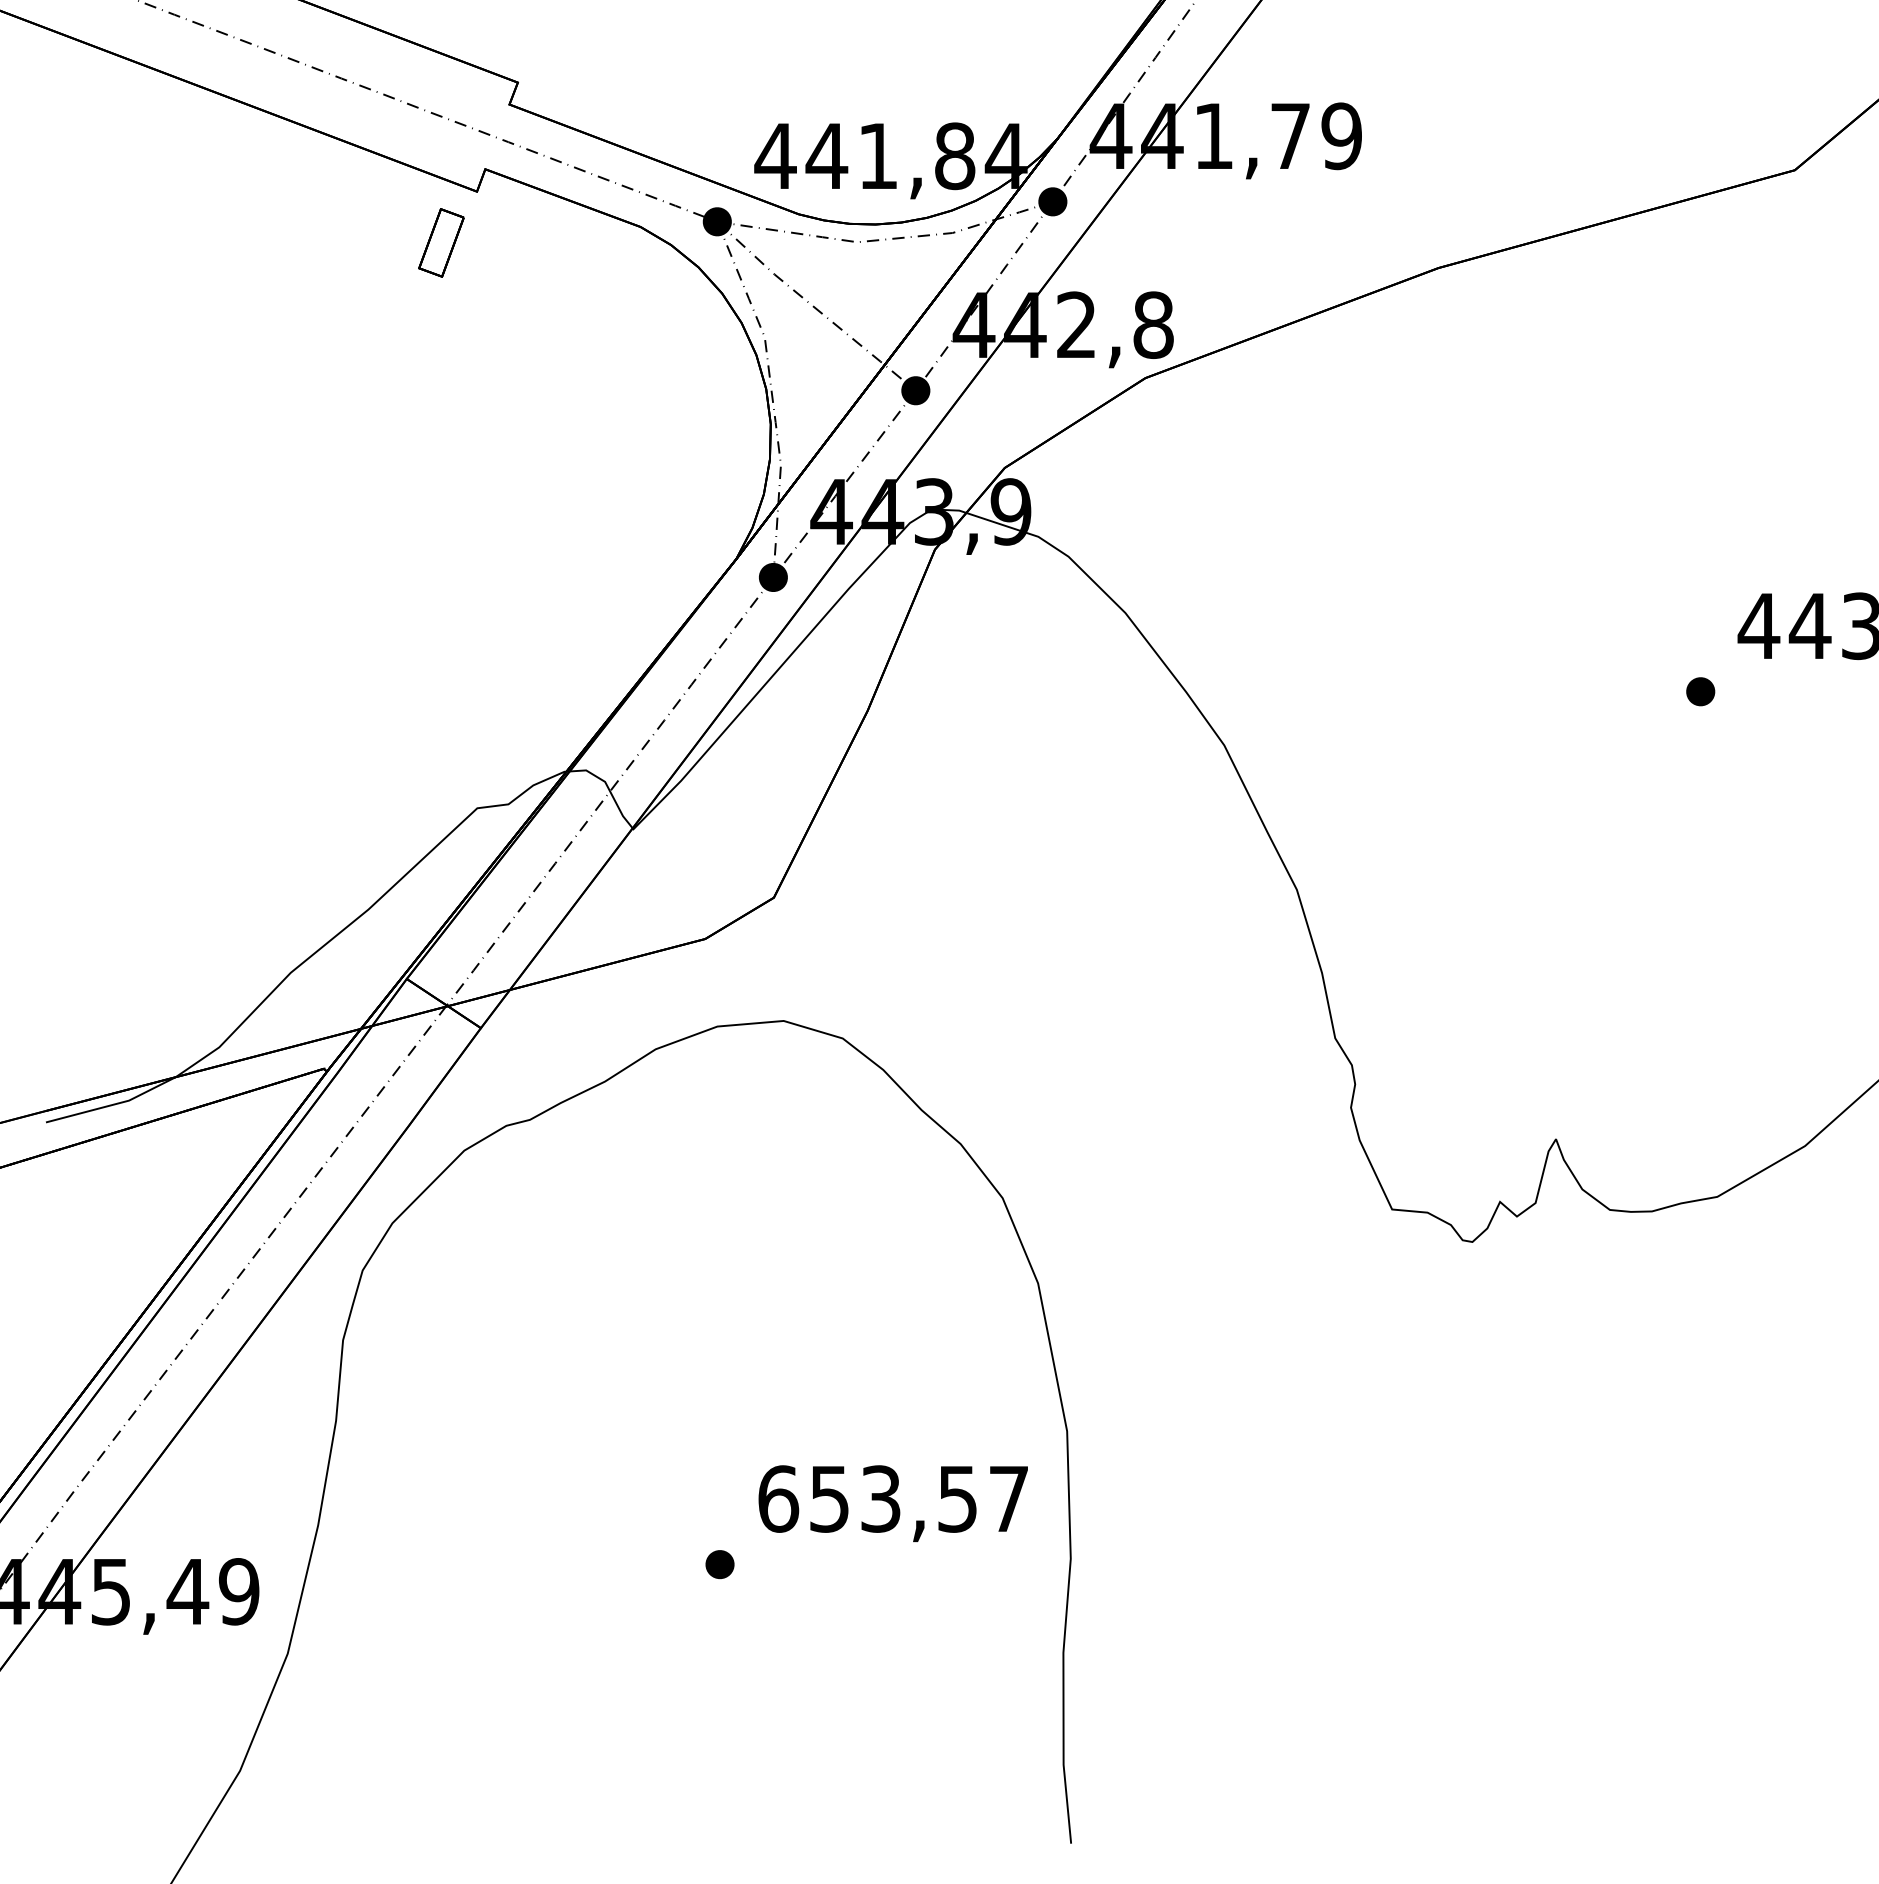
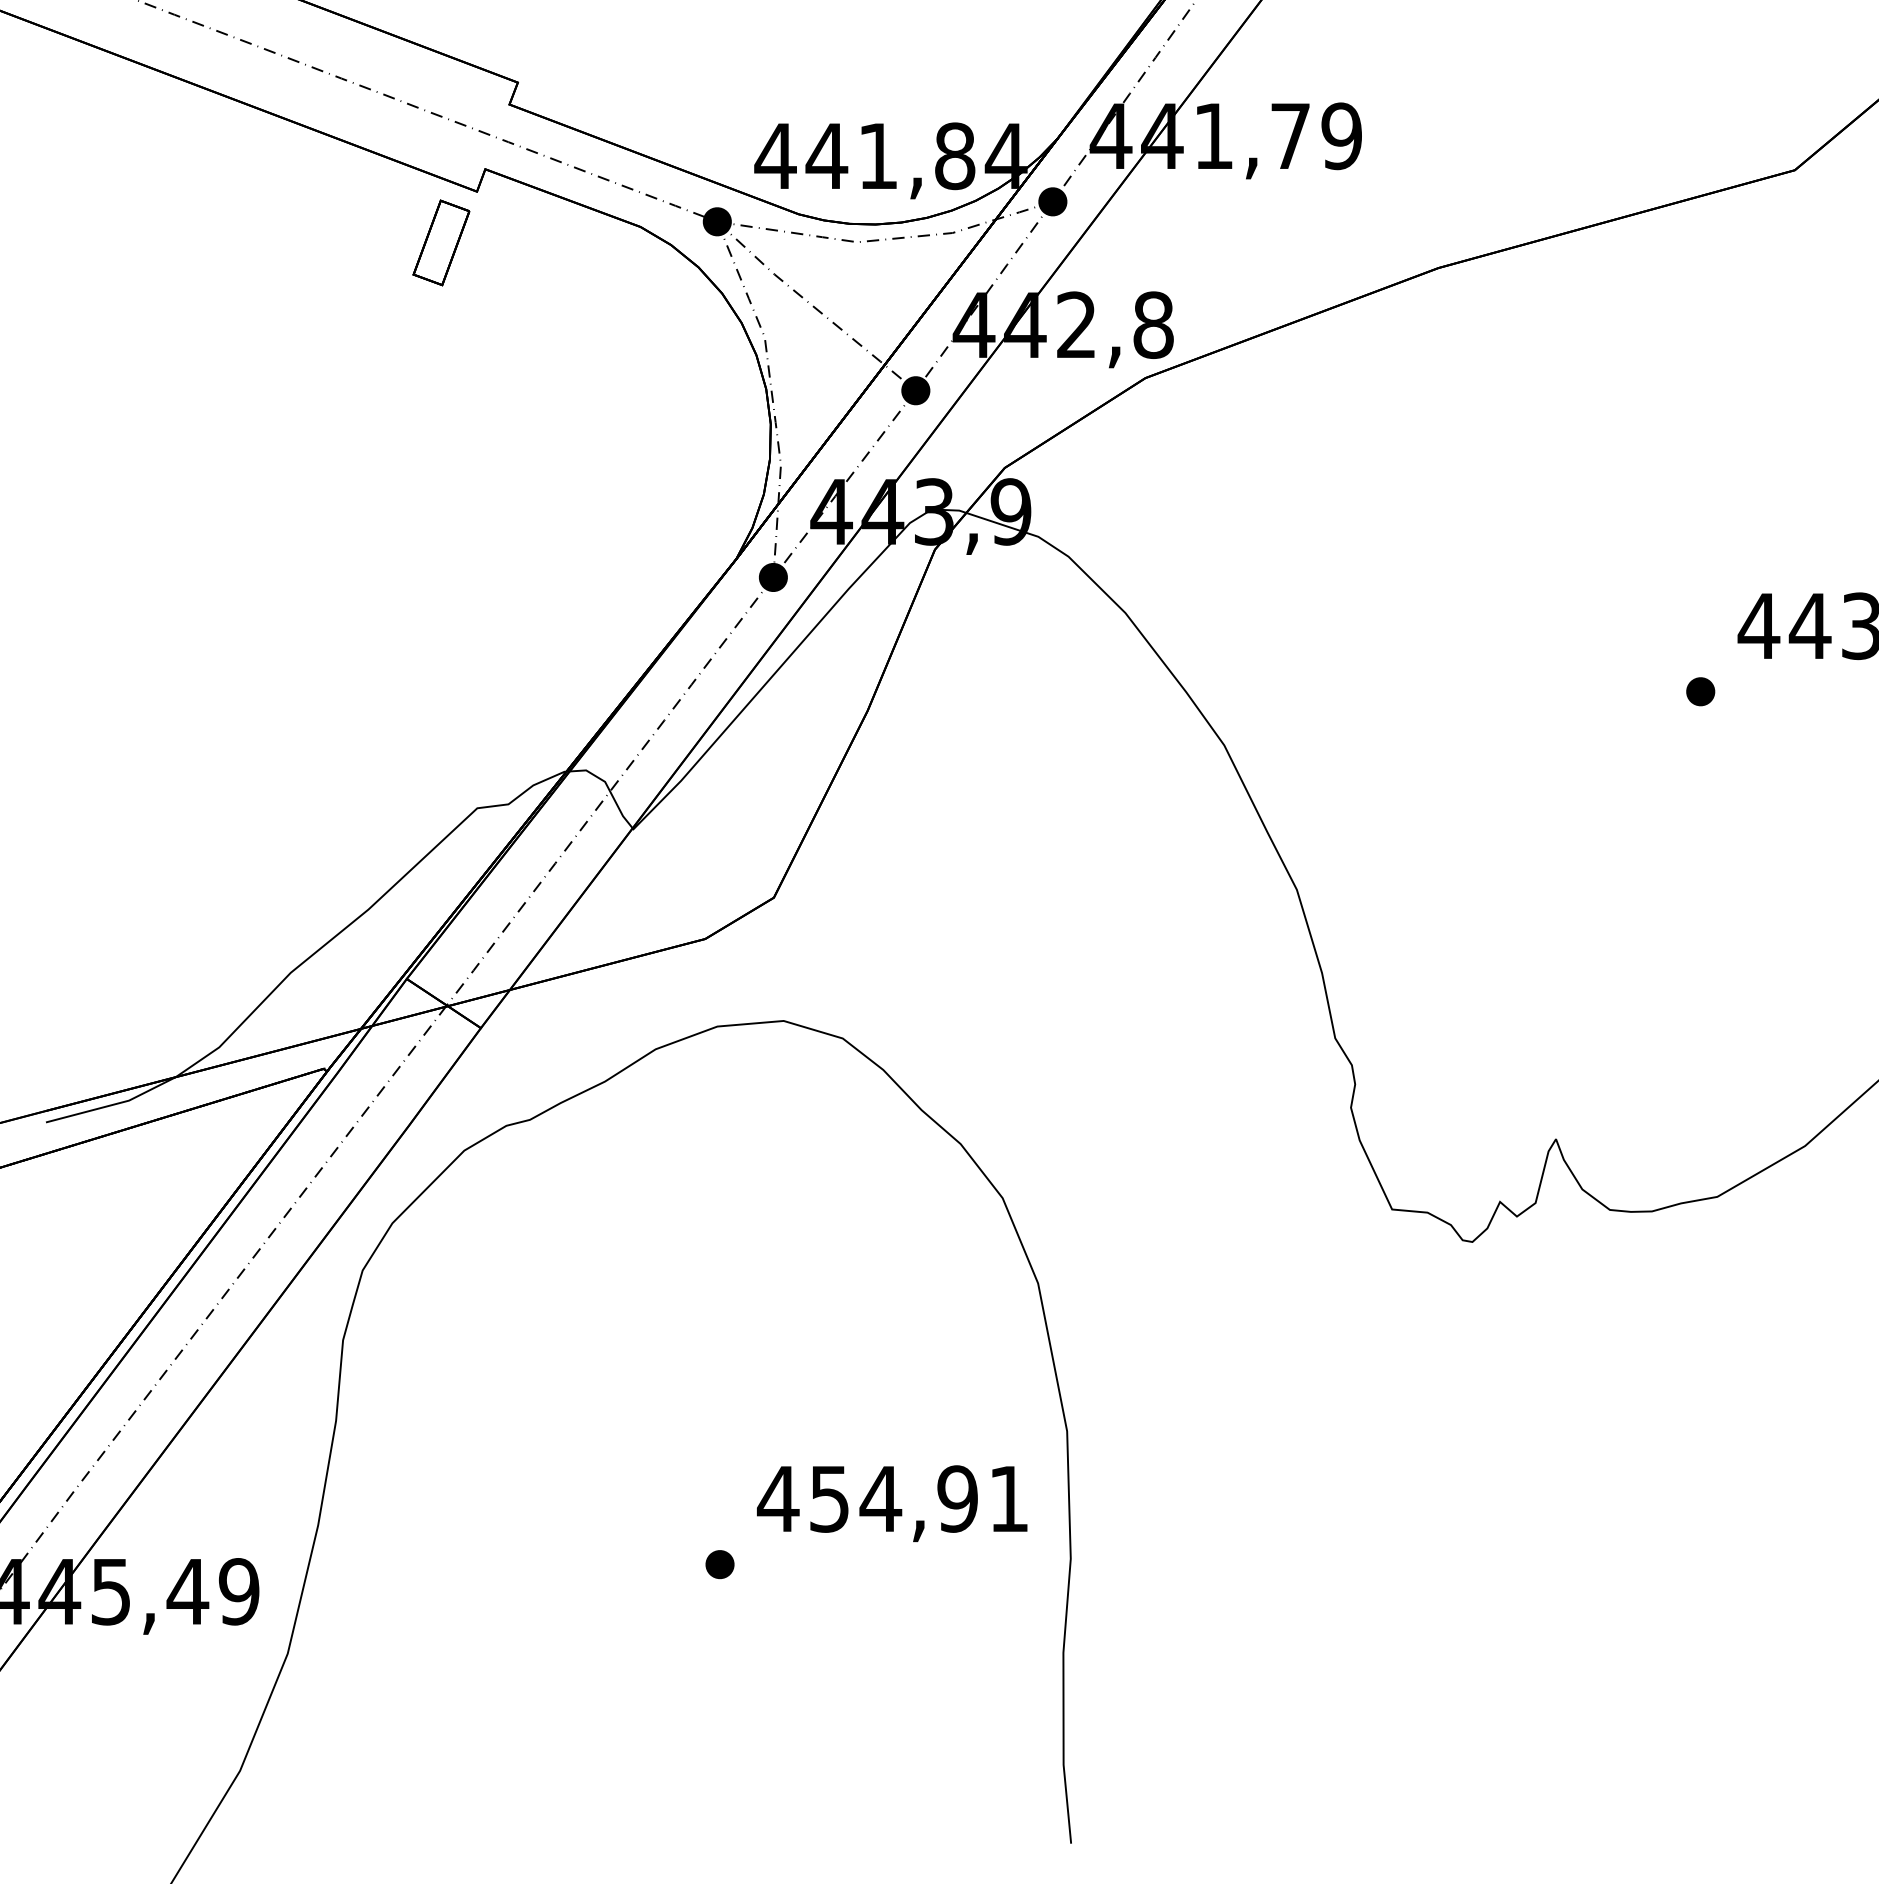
part at (441, 242) size: 47x70 px -> 59x88 px
text at (891, 1498): 653,57 -> 454,91
